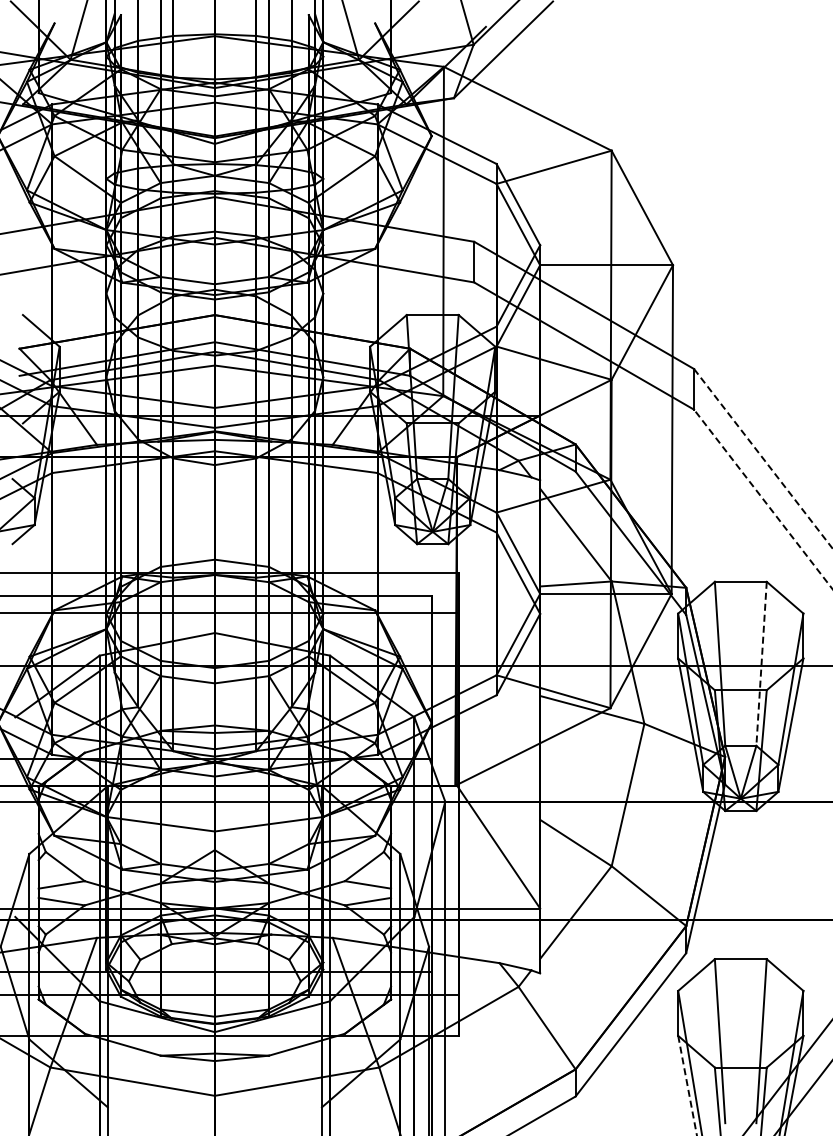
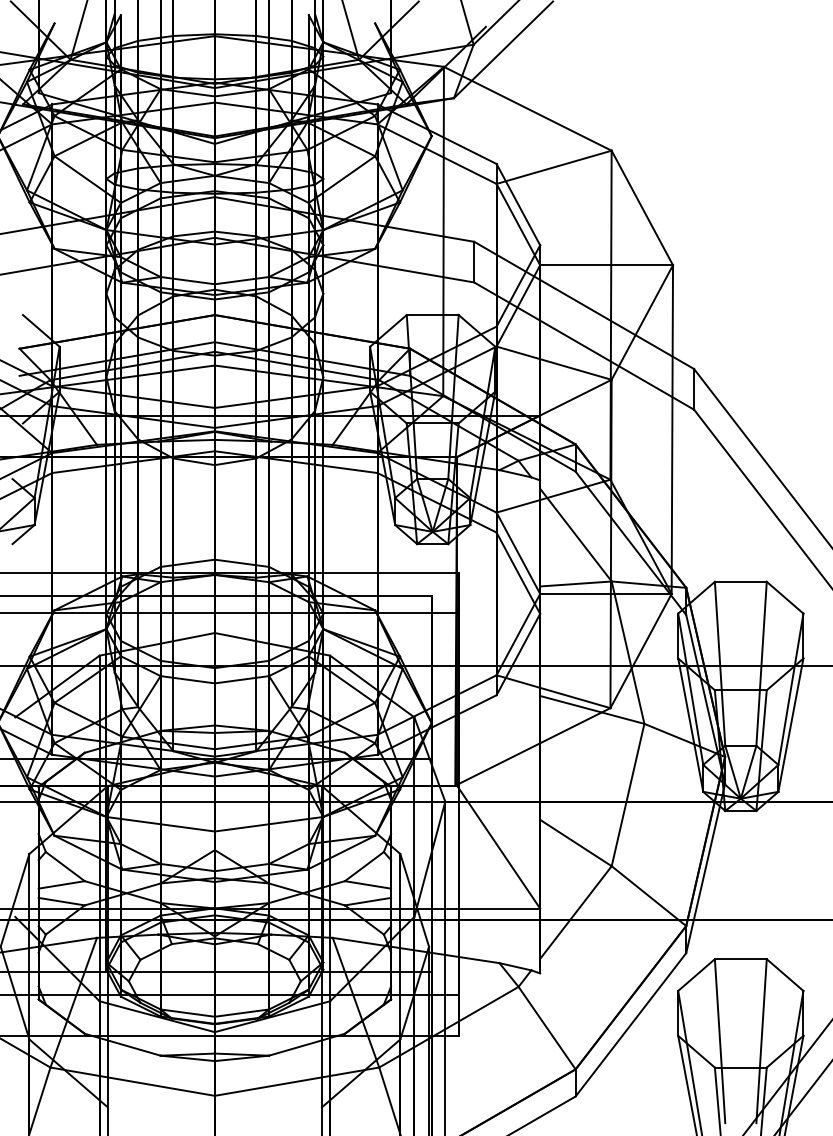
line at (763, 459): dashed -> solid
line at (762, 498): dashed -> solid
line at (761, 664): dashed -> solid
line at (687, 1085): dashed -> solid
